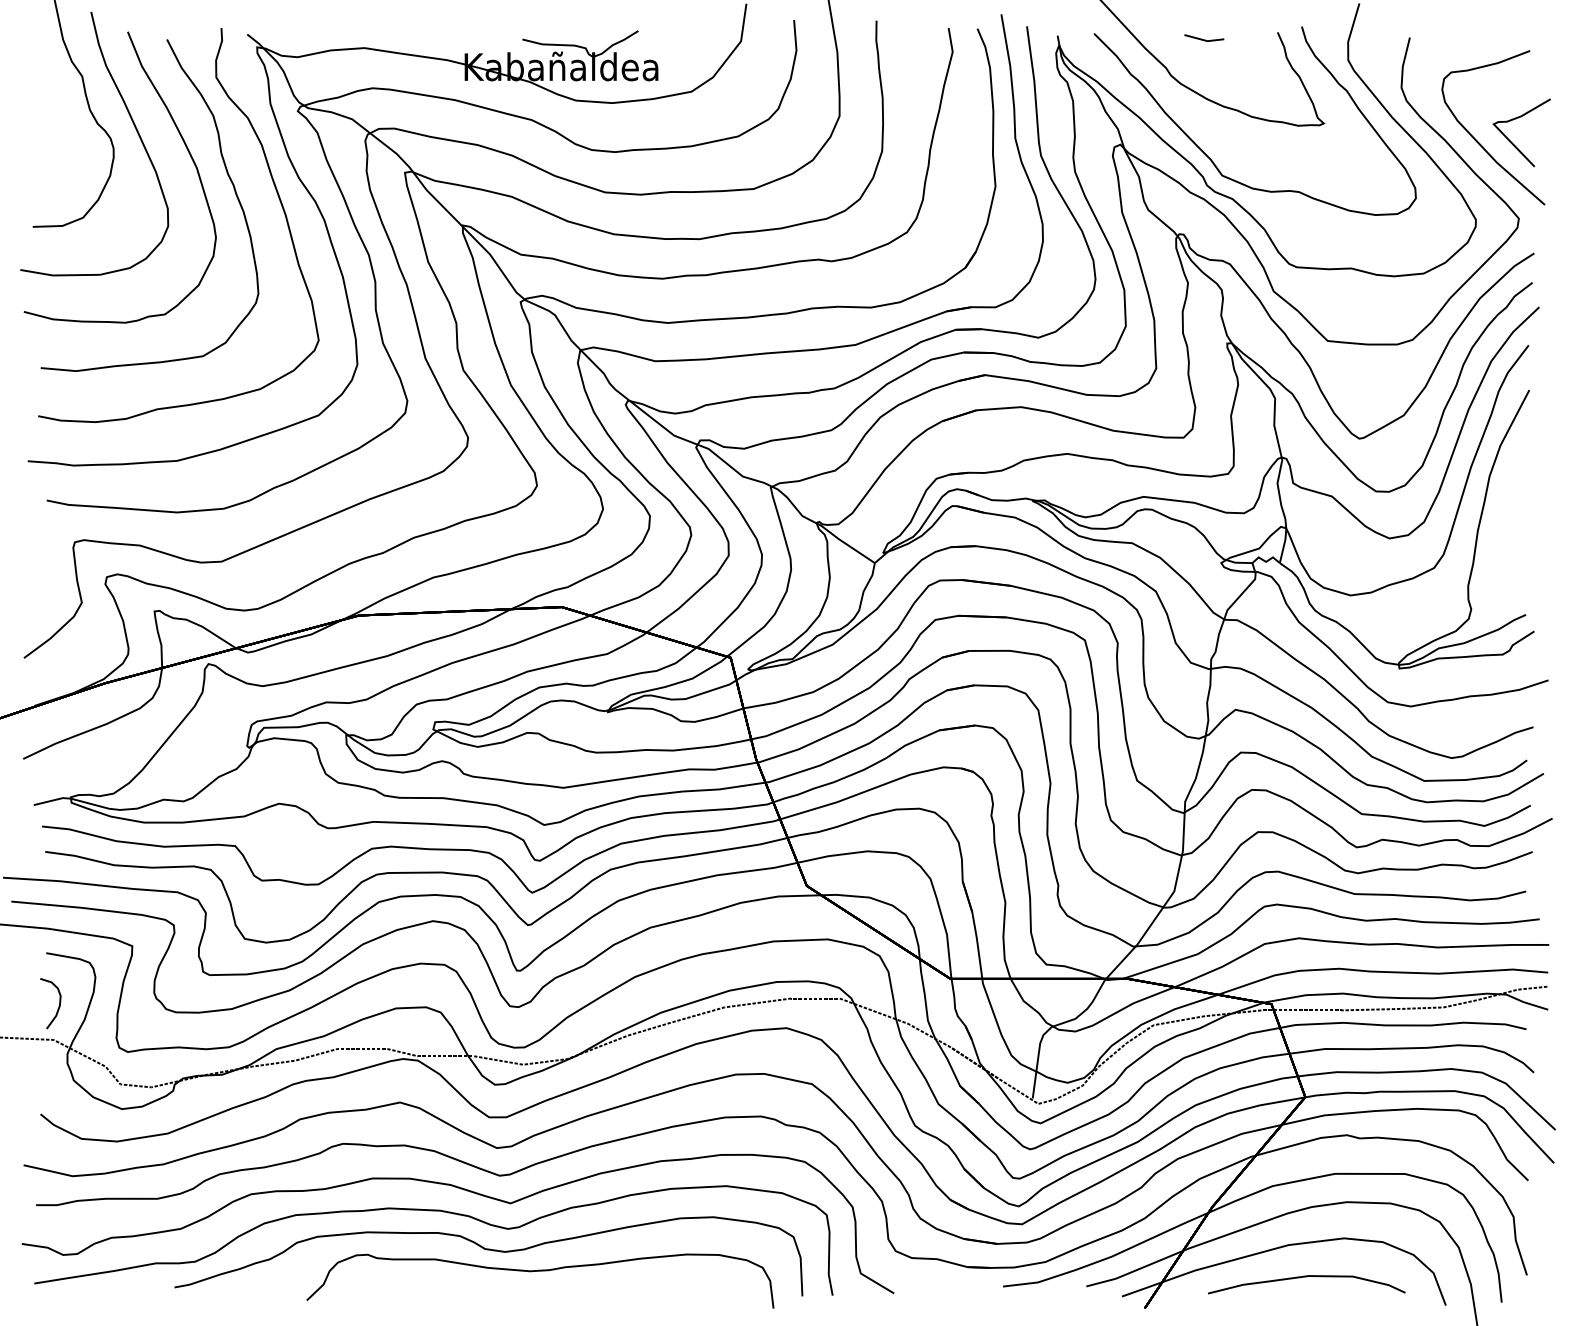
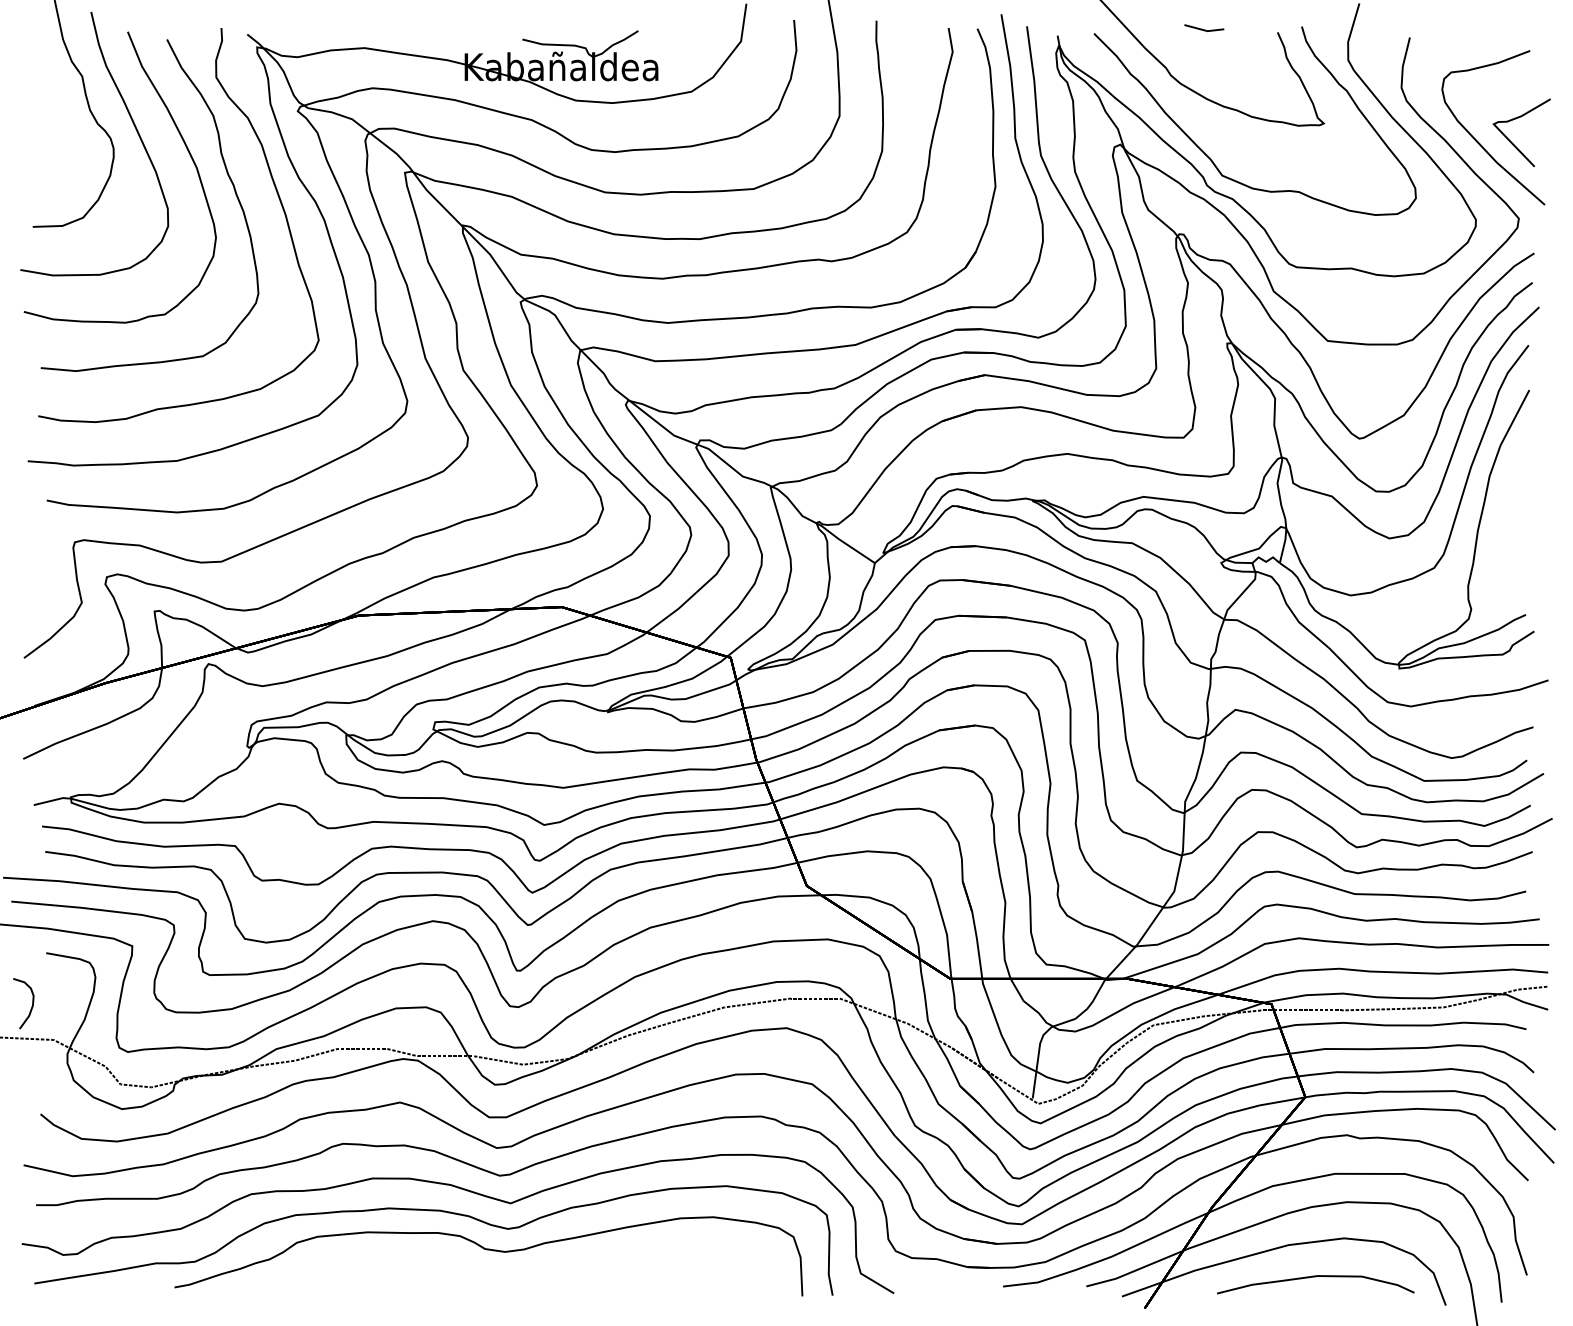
line at (1204, 39) position: (1204, 39) -> (1204, 29)
curve at (58, 1006) position: (58, 1006) -> (31, 1006)
curve at (540, 1271): present -> none
curve at (1306, 1277) position: (1306, 1277) -> (1315, 1277)
